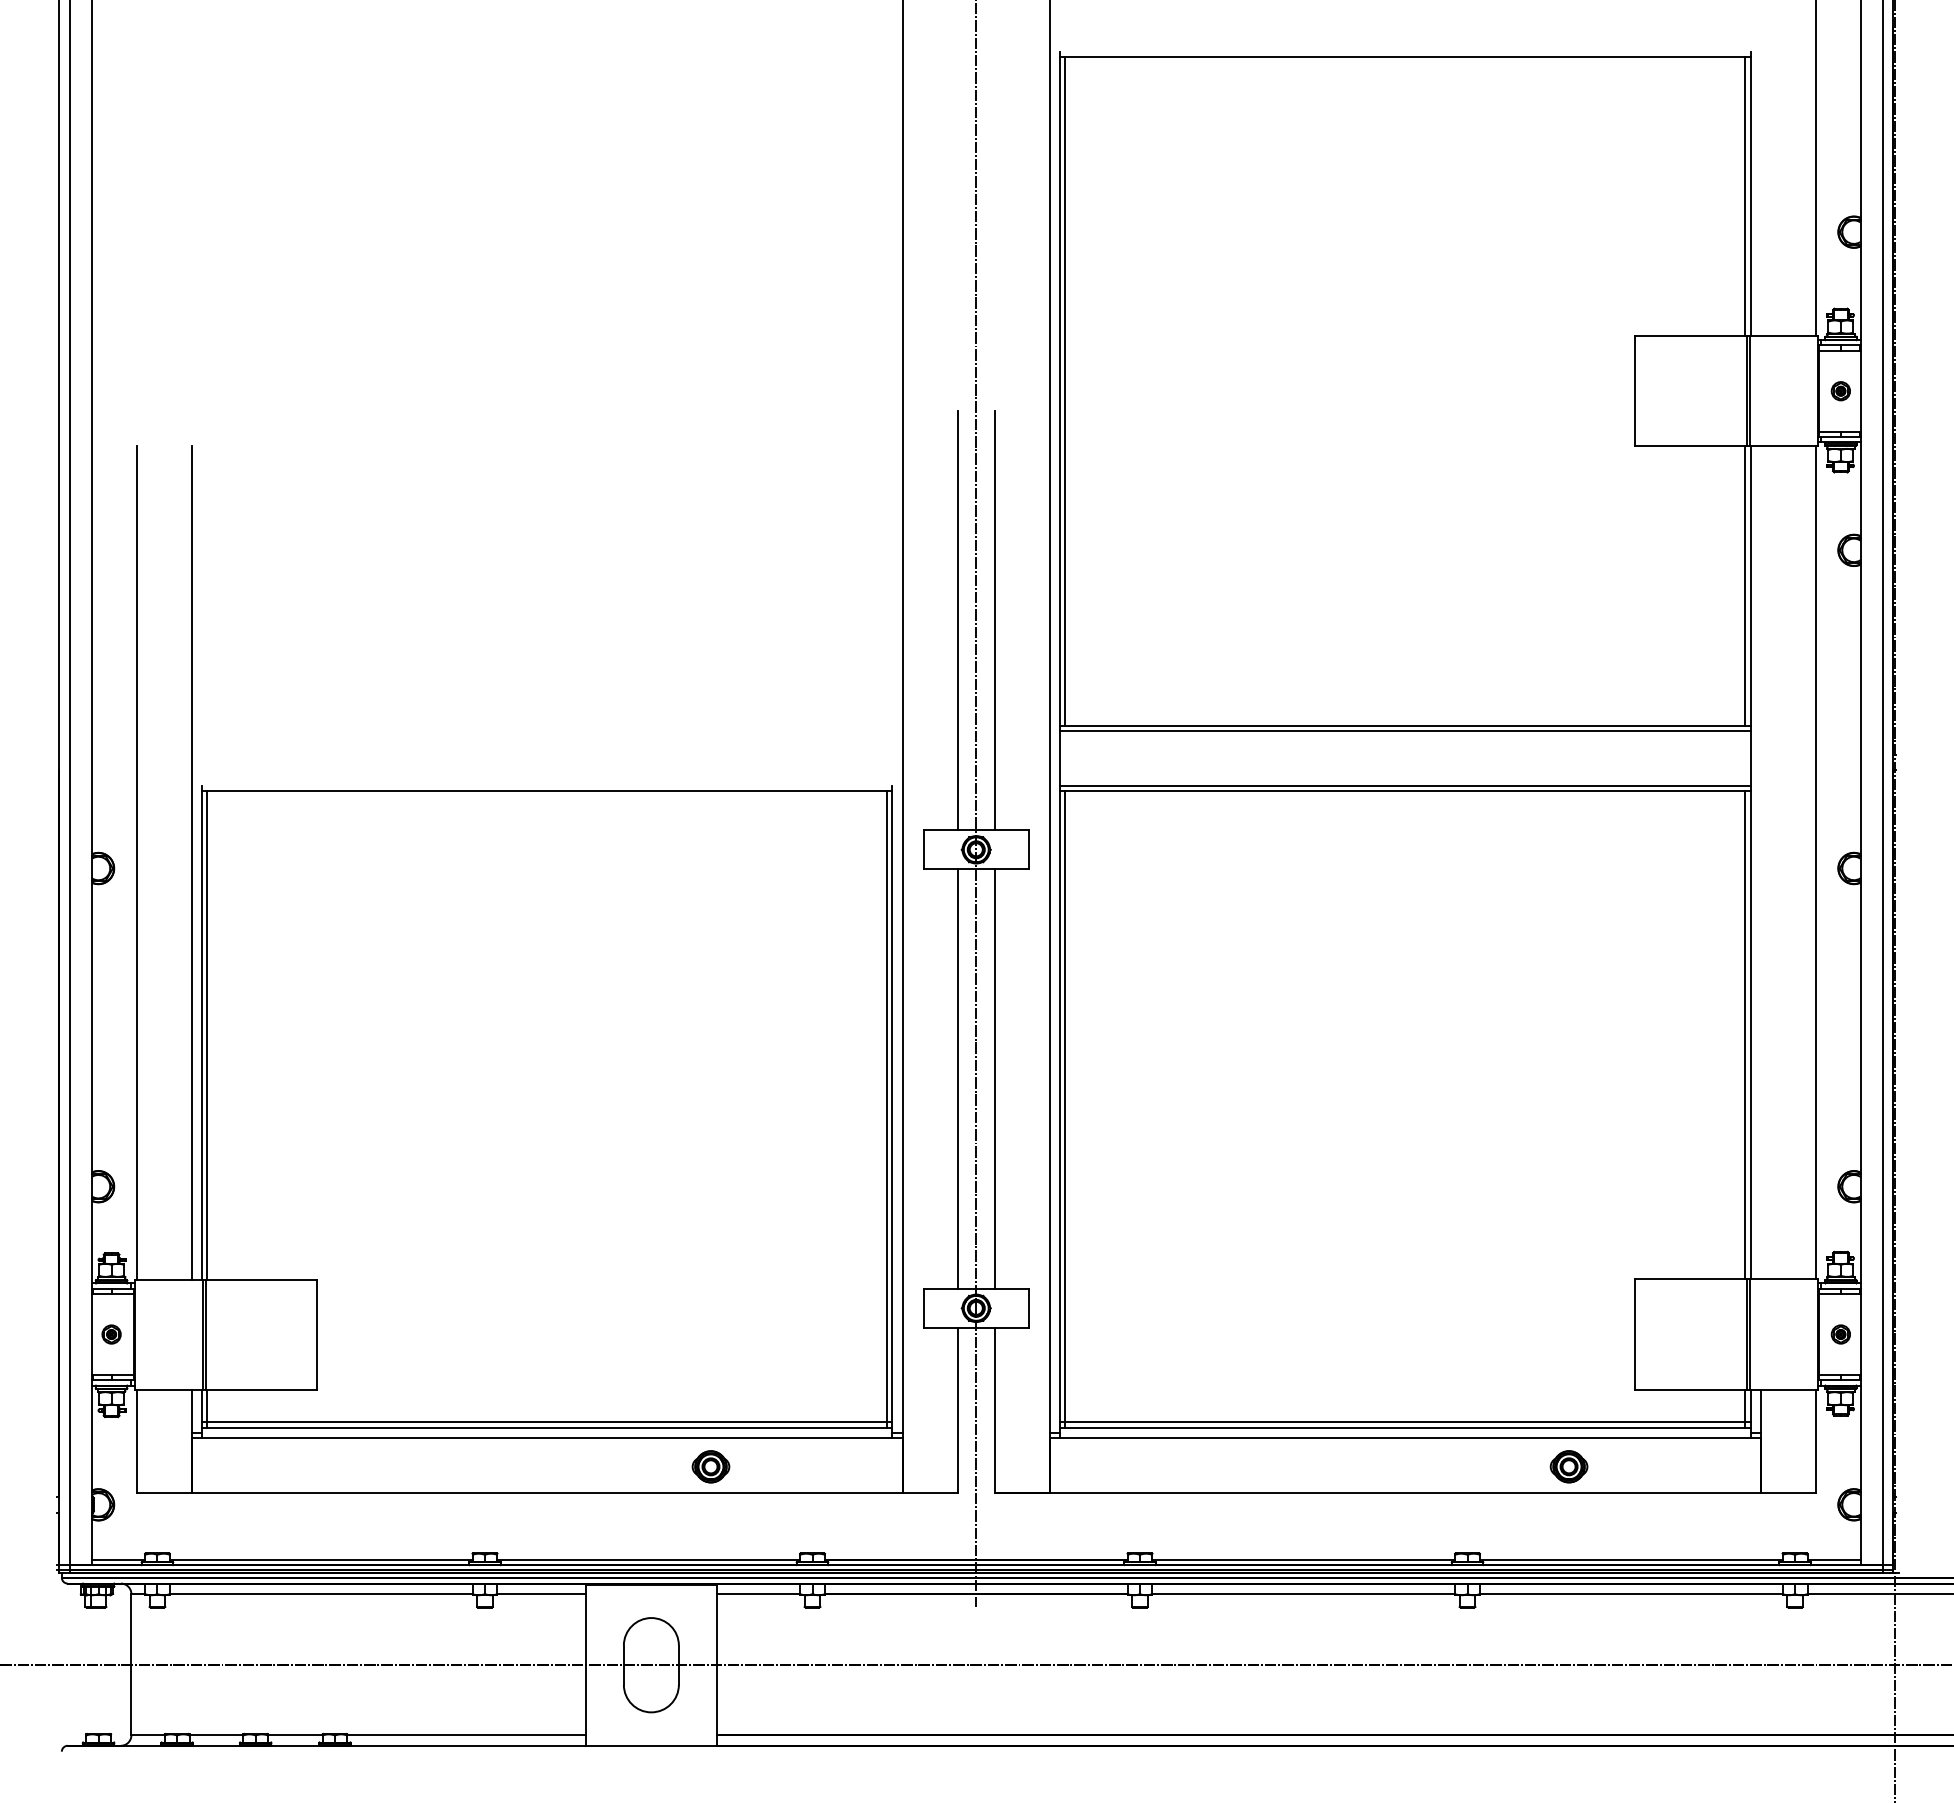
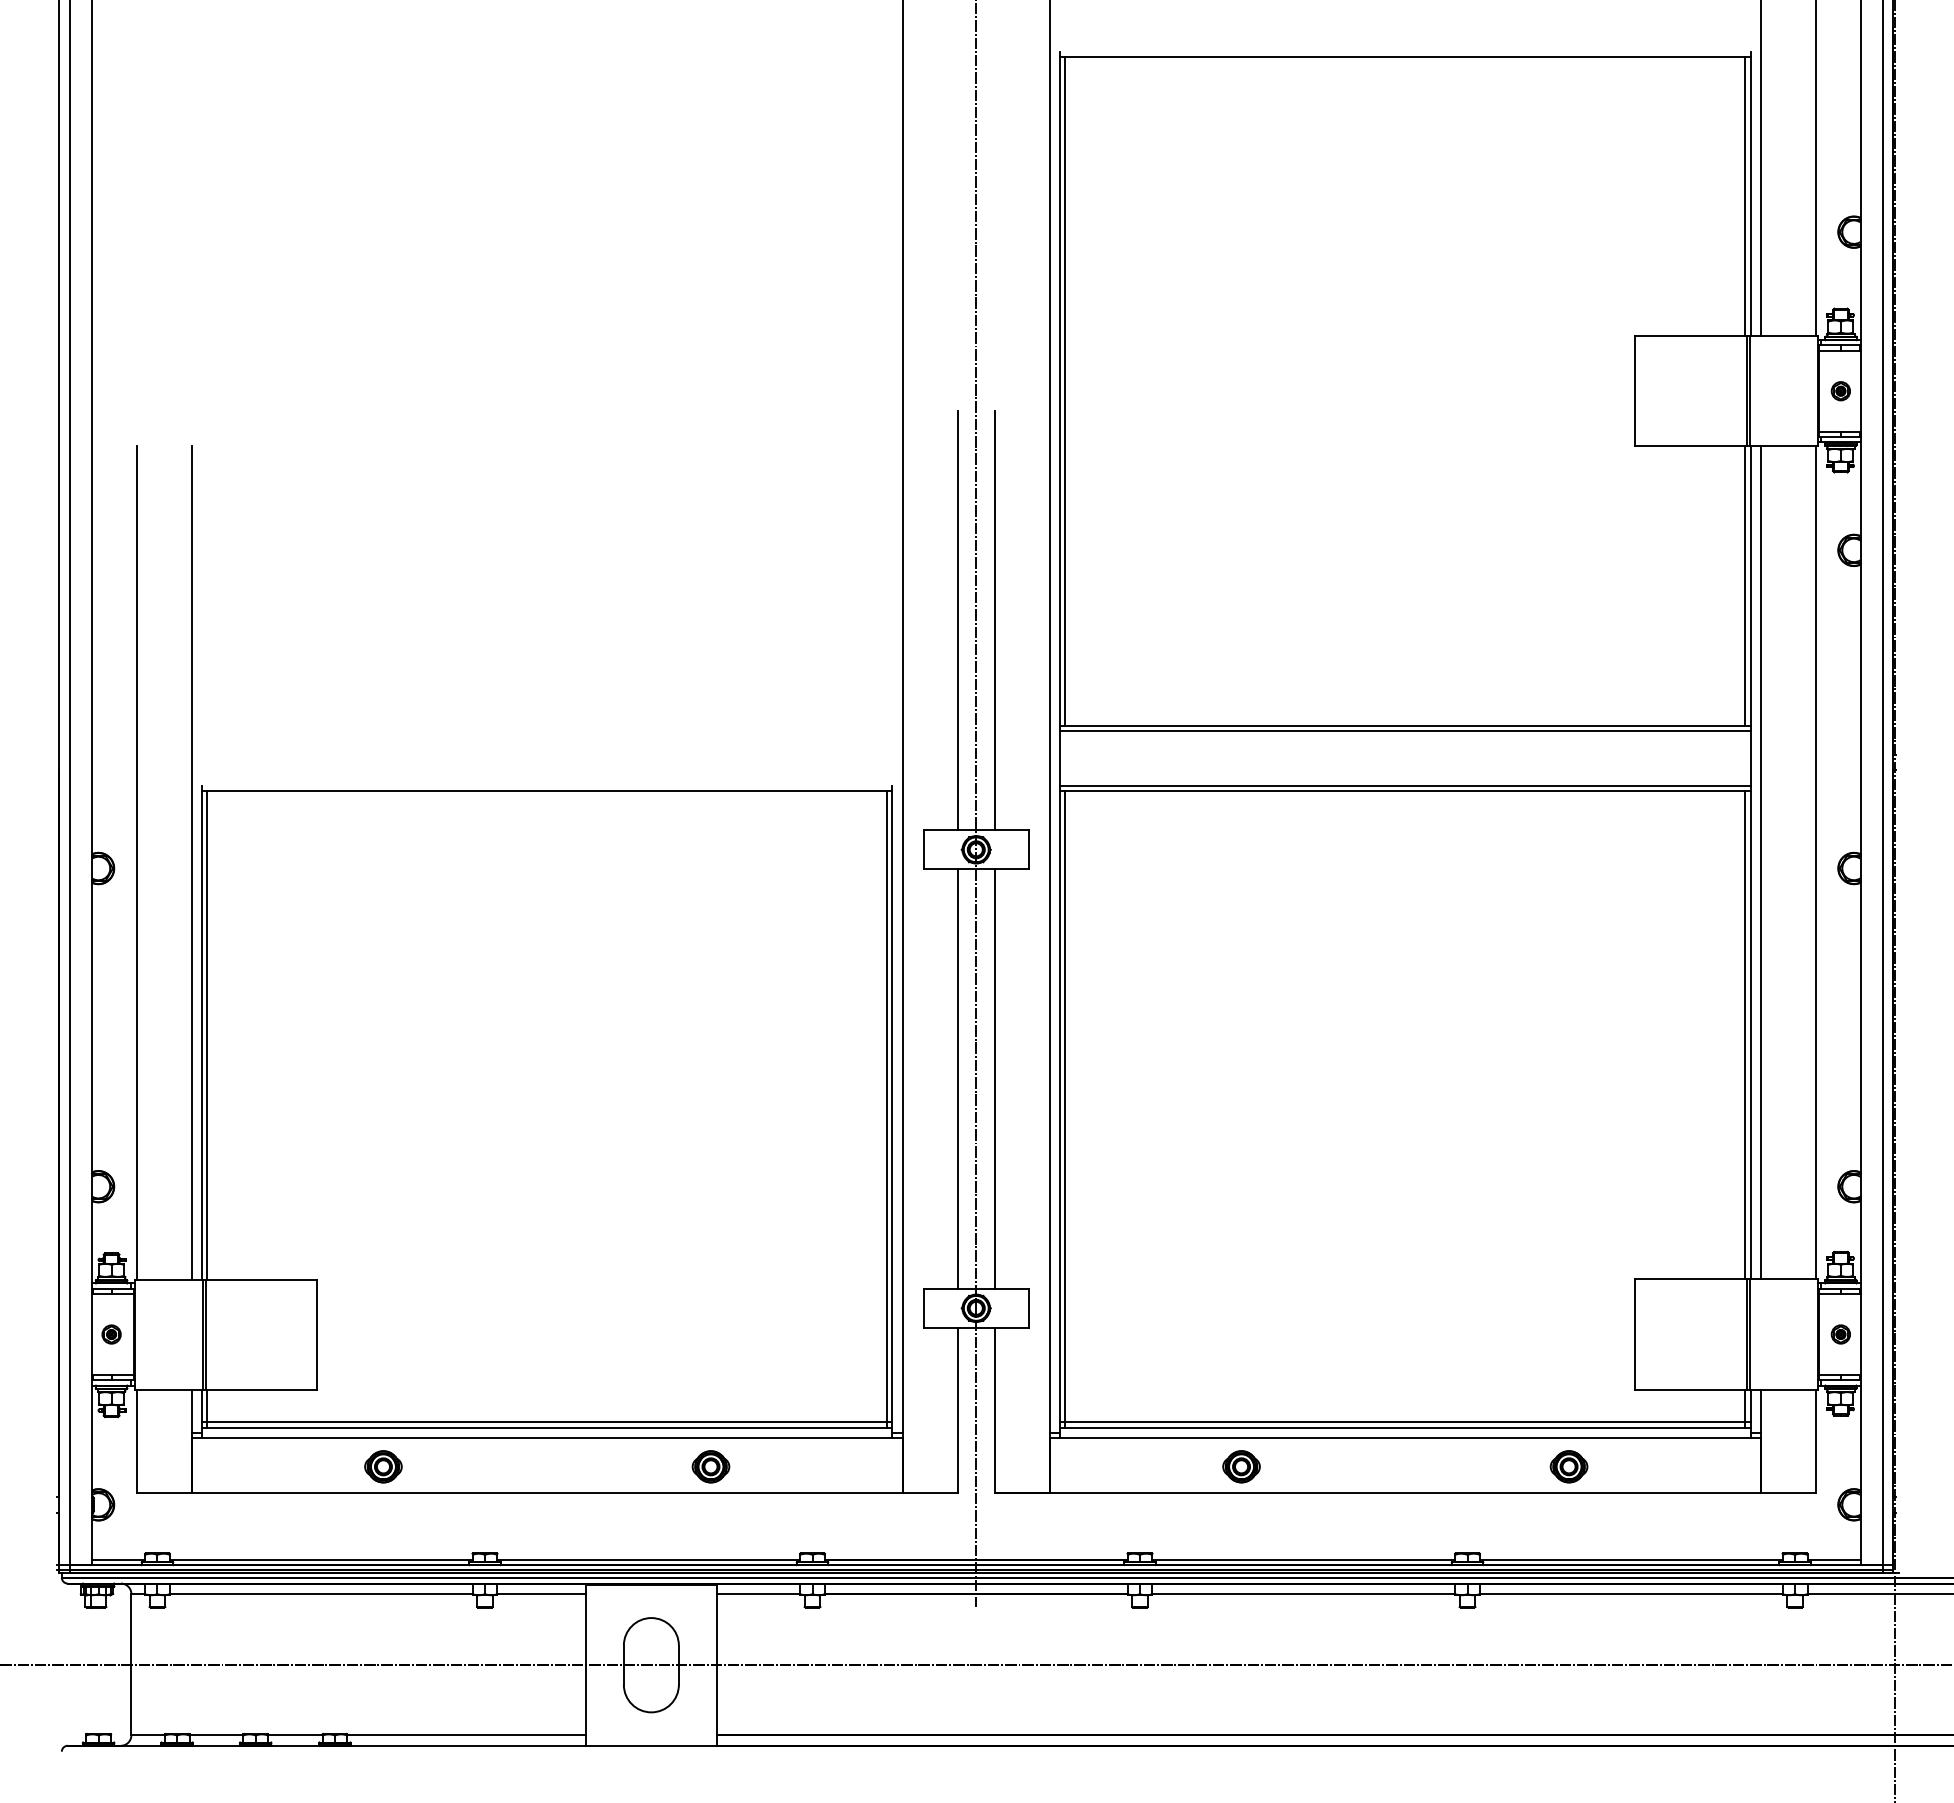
line at (1761, 169): none -> present
line at (1761, 862): none -> present
part at (383, 1466): none -> present
part at (1241, 1466): none -> present
